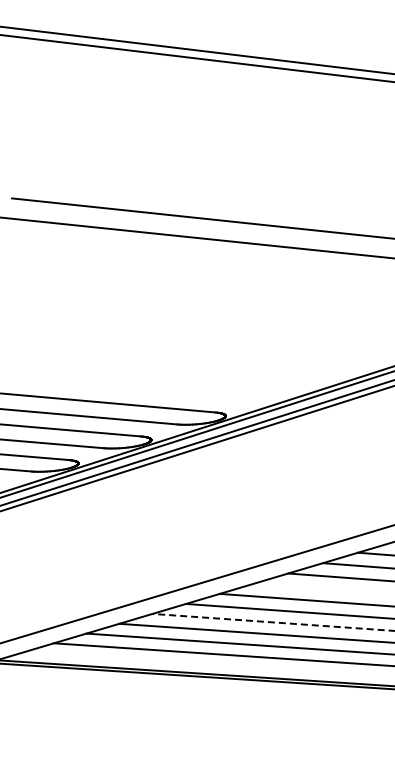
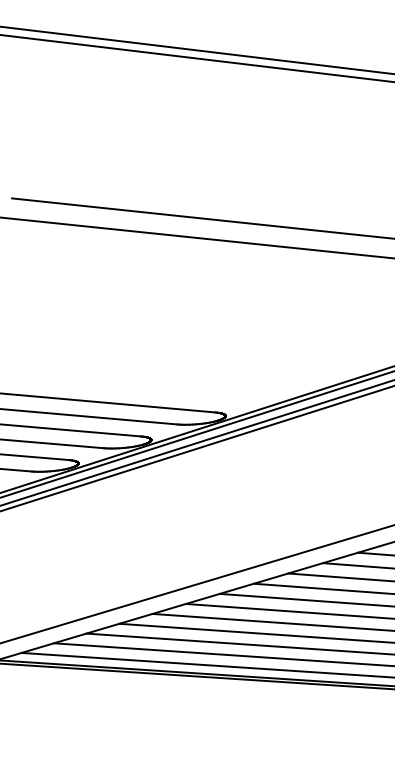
line at (322, 588): none -> present
line at (273, 622): dashed -> solid
line at (206, 664): none -> present
